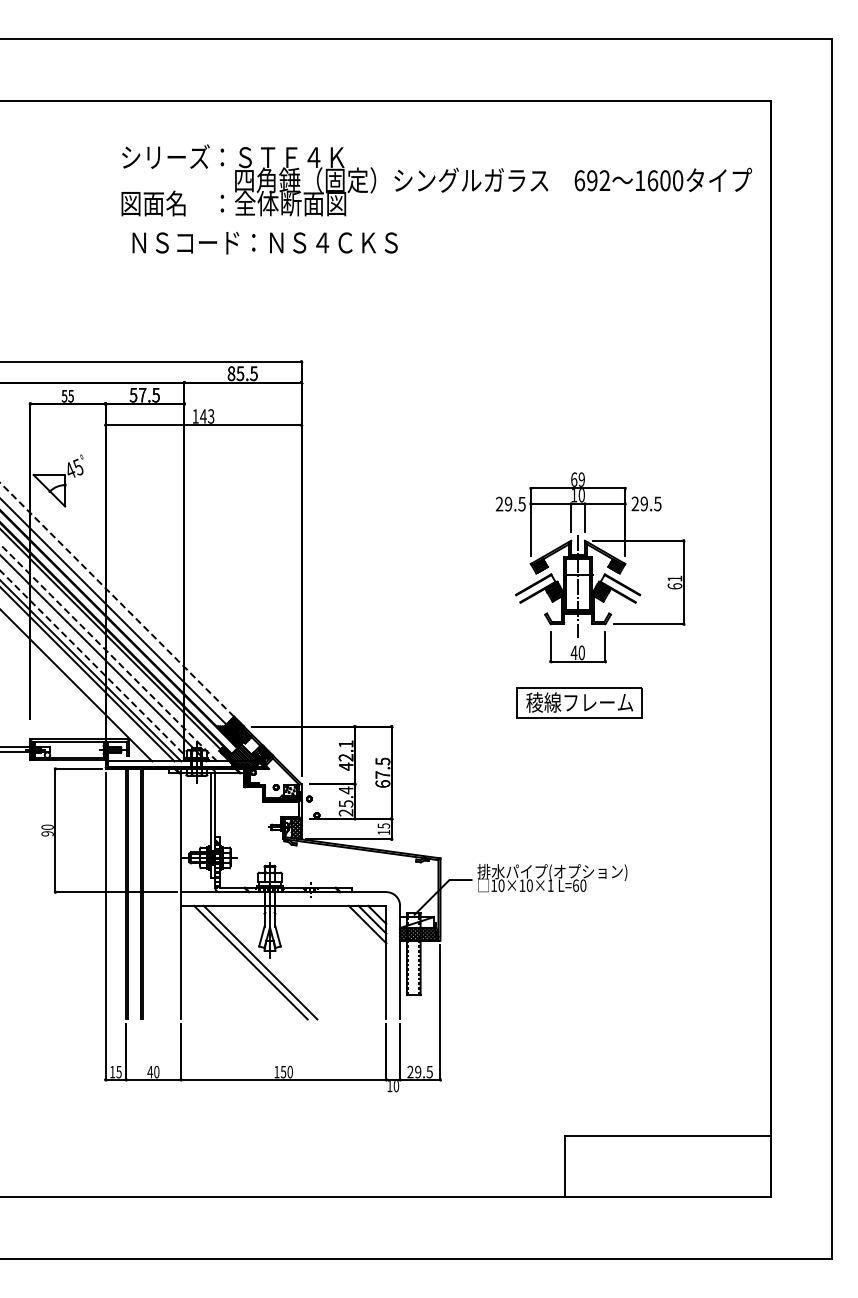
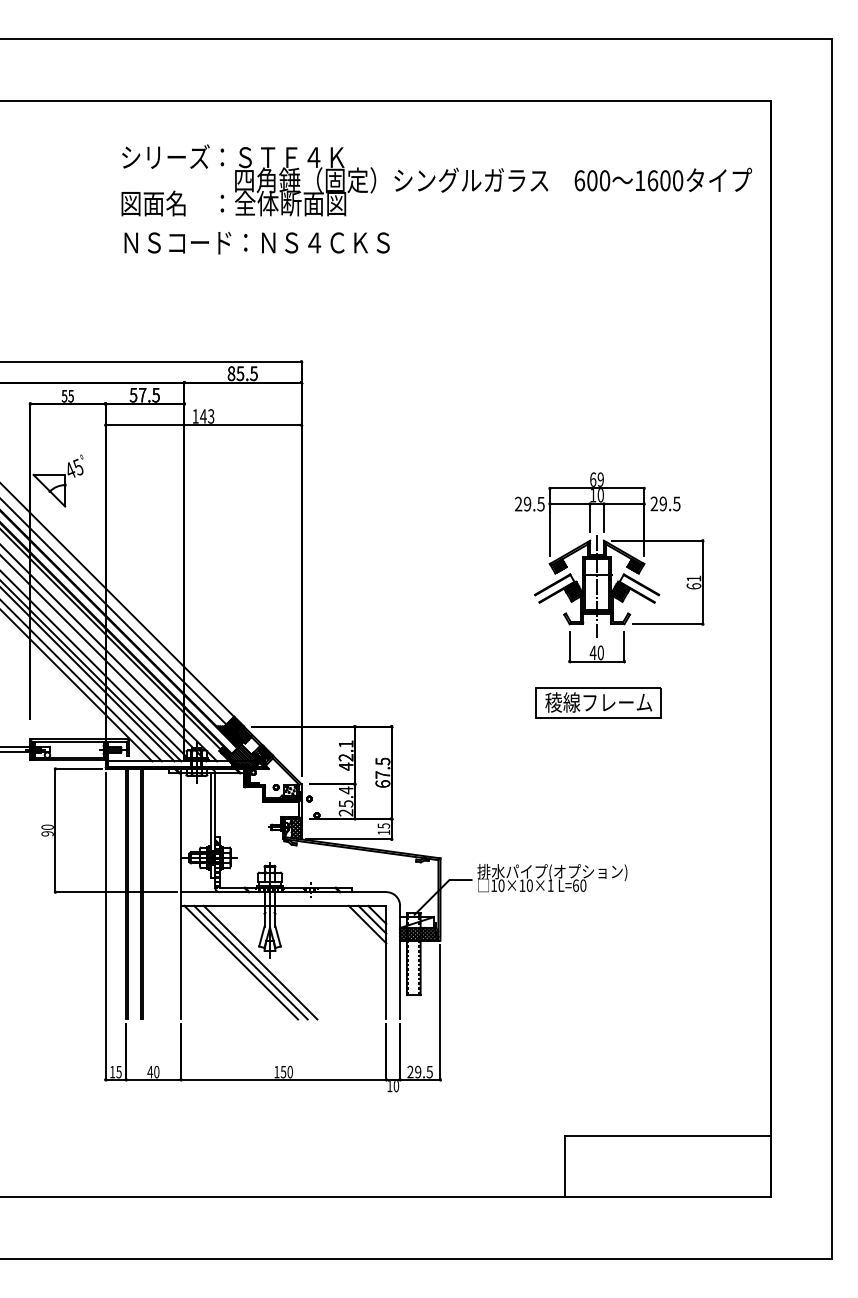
text at (598, 180): 692 -> 600
text at (264, 243) position: (264, 243) -> (256, 243)
part at (590, 567) position: (590, 567) -> (609, 567)
line at (116, 599): dashed -> solid
line at (108, 652): dashed -> solid
line at (95, 665): dashed -> solid
line at (81, 681): none -> present
part at (579, 702) position: (579, 702) -> (598, 702)
line at (241, 962): none -> present
